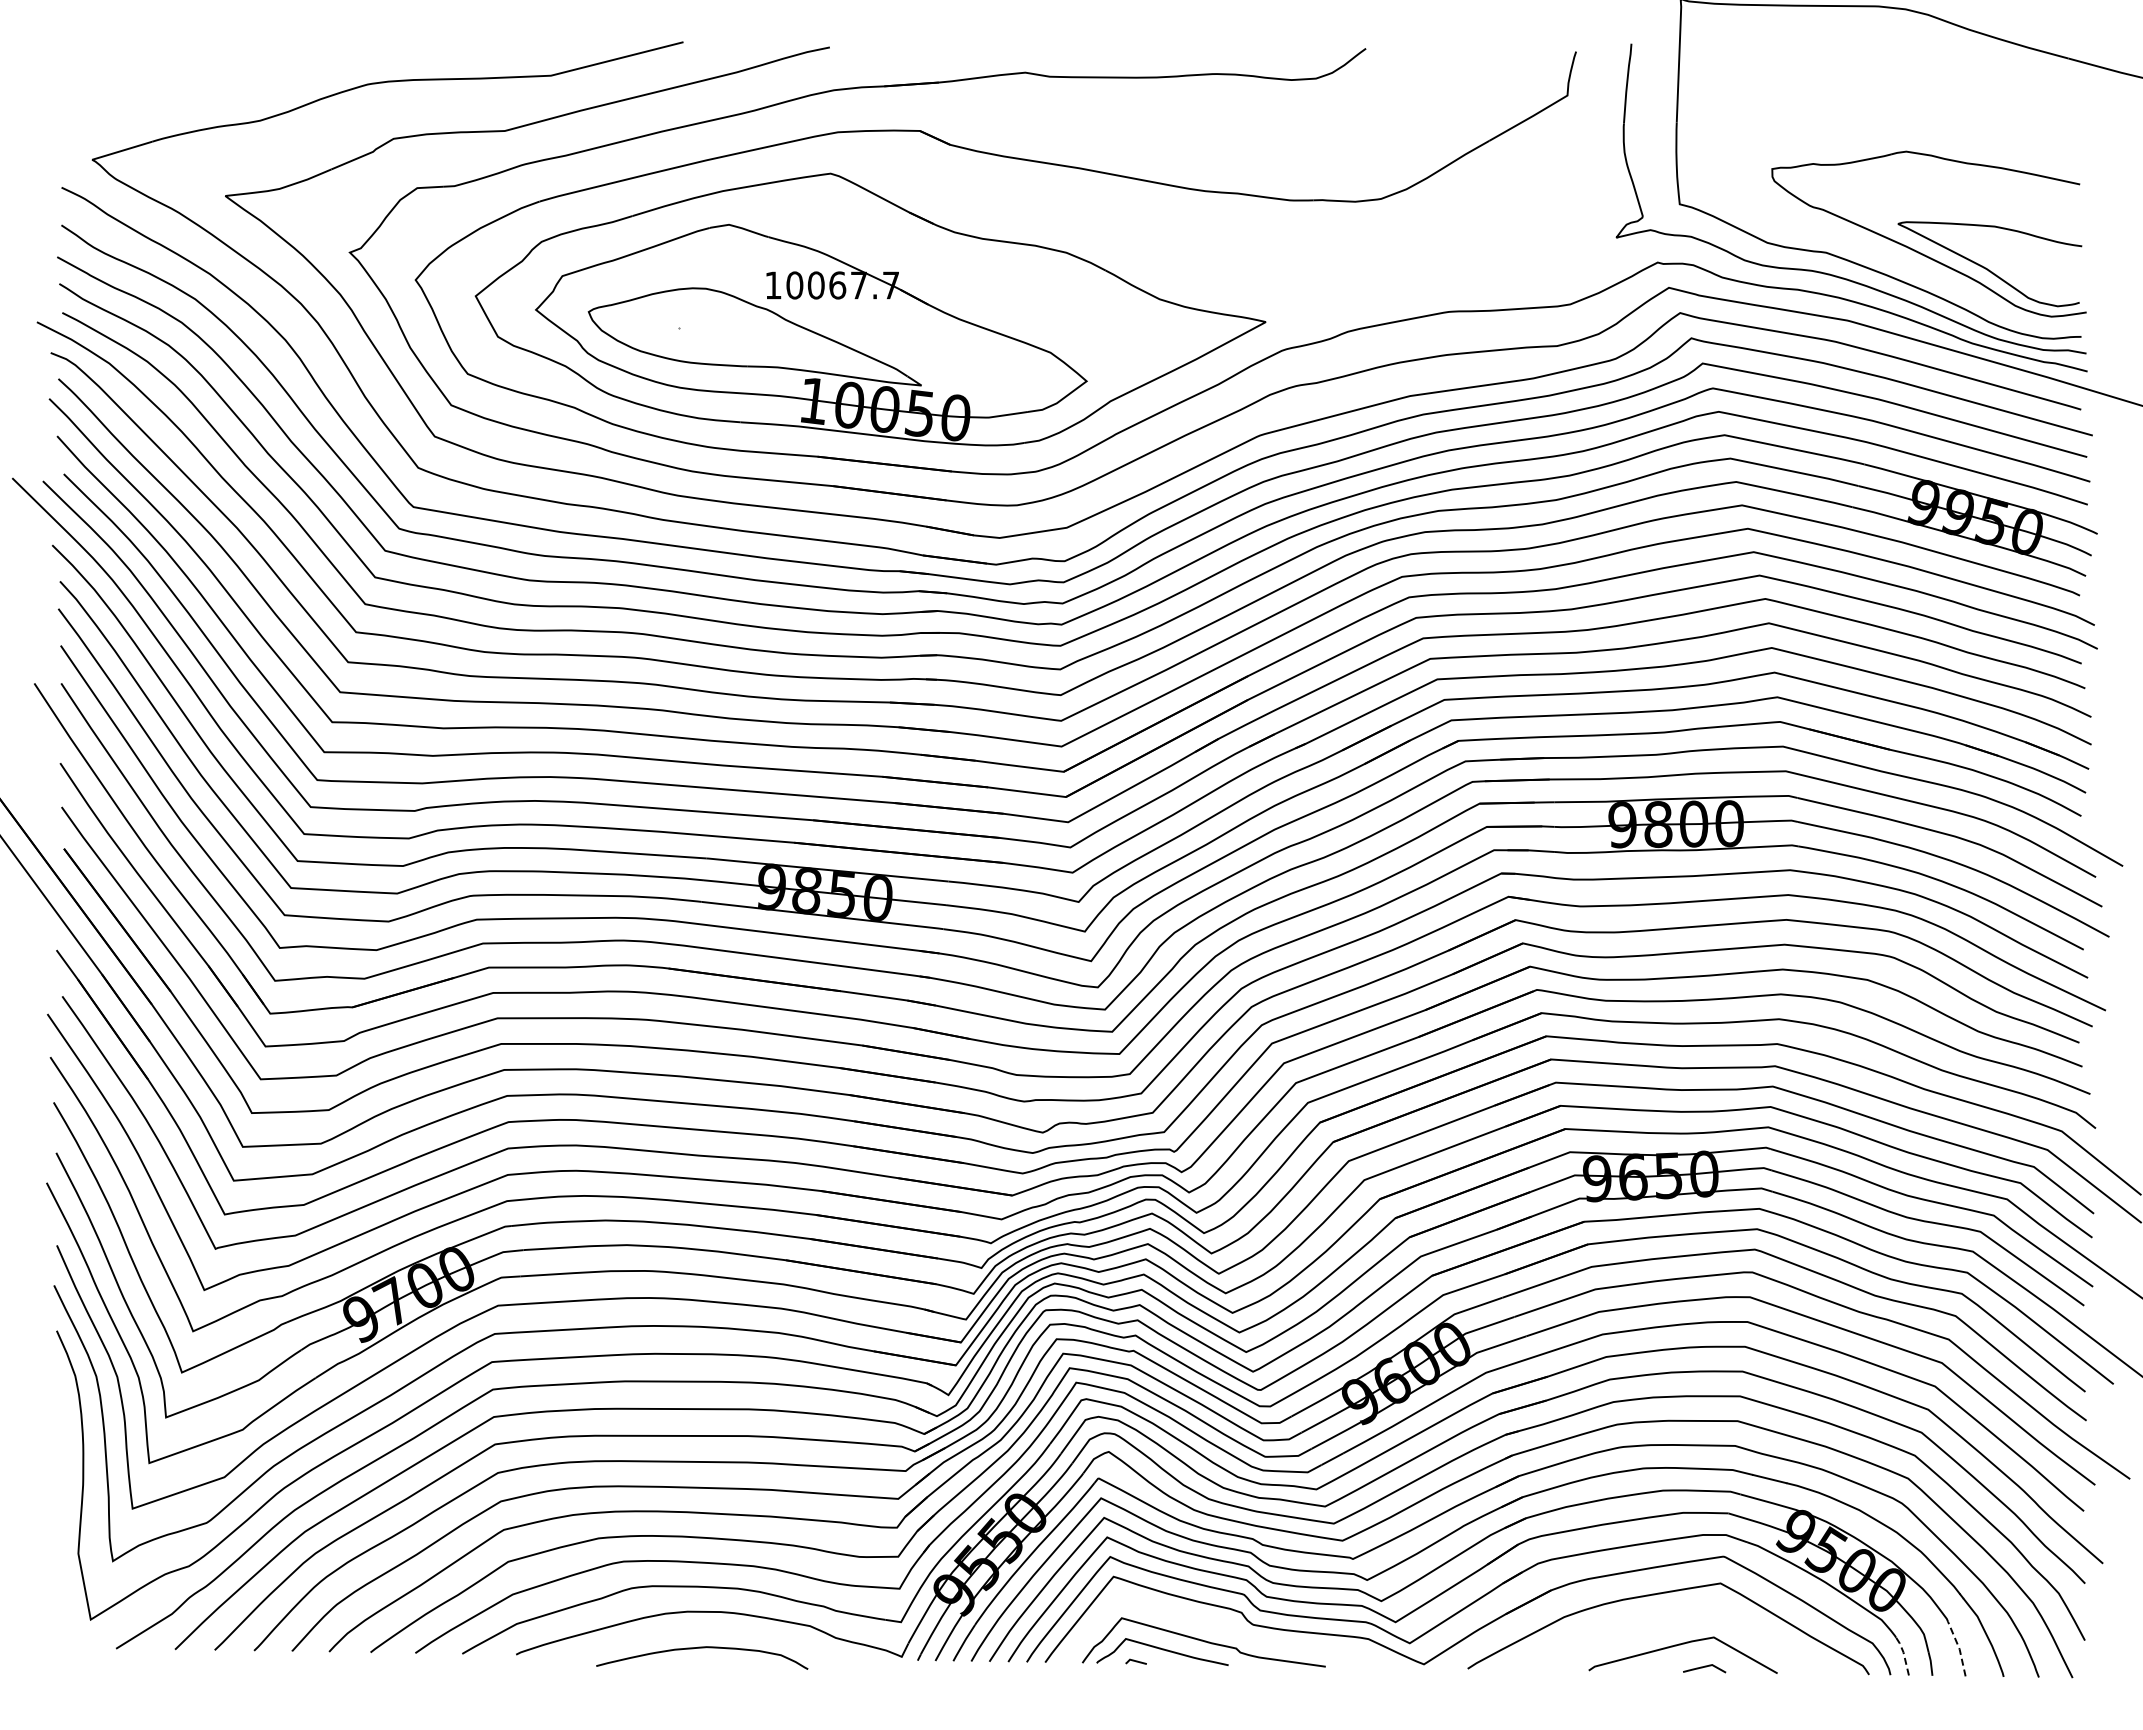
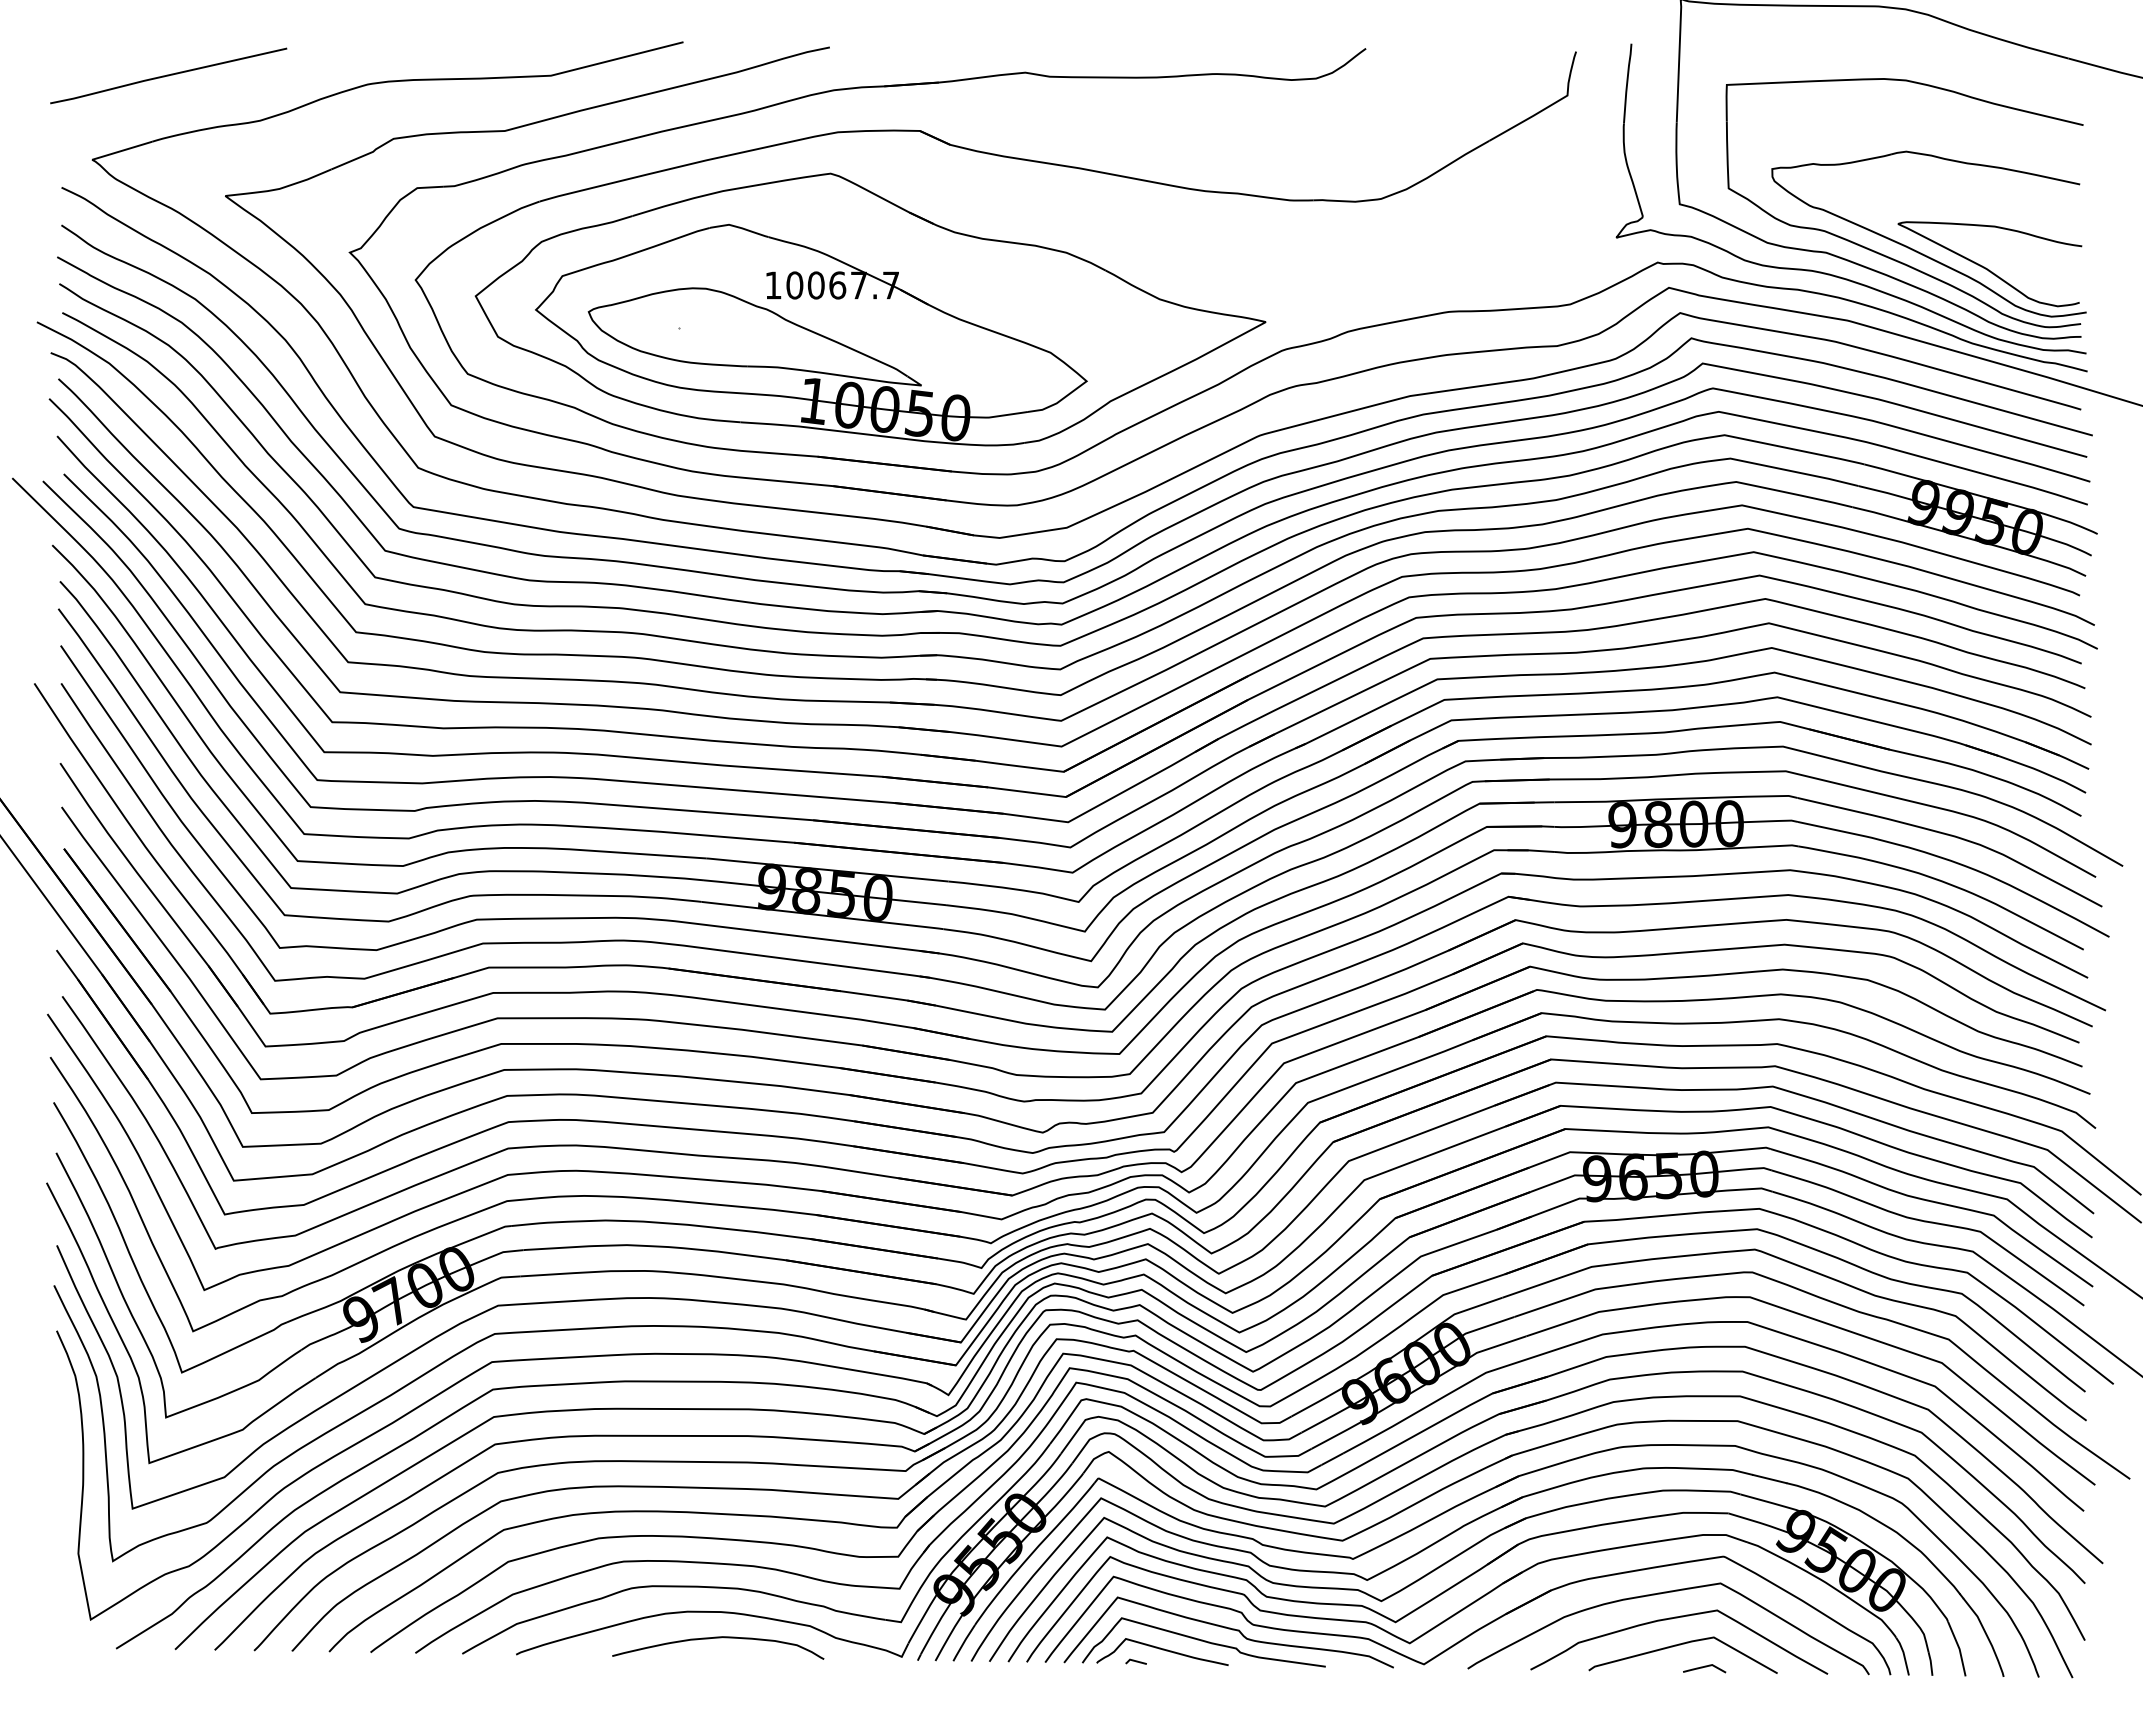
line at (168, 75): none -> present
part at (1884, 254): none -> present
curve at (1677, 1618): none -> present
curve at (1228, 1629): none -> present
line at (1958, 1647): dashed -> solid
curve at (702, 1648) position: (702, 1648) -> (718, 1638)
line at (1903, 1654): dashed -> solid
